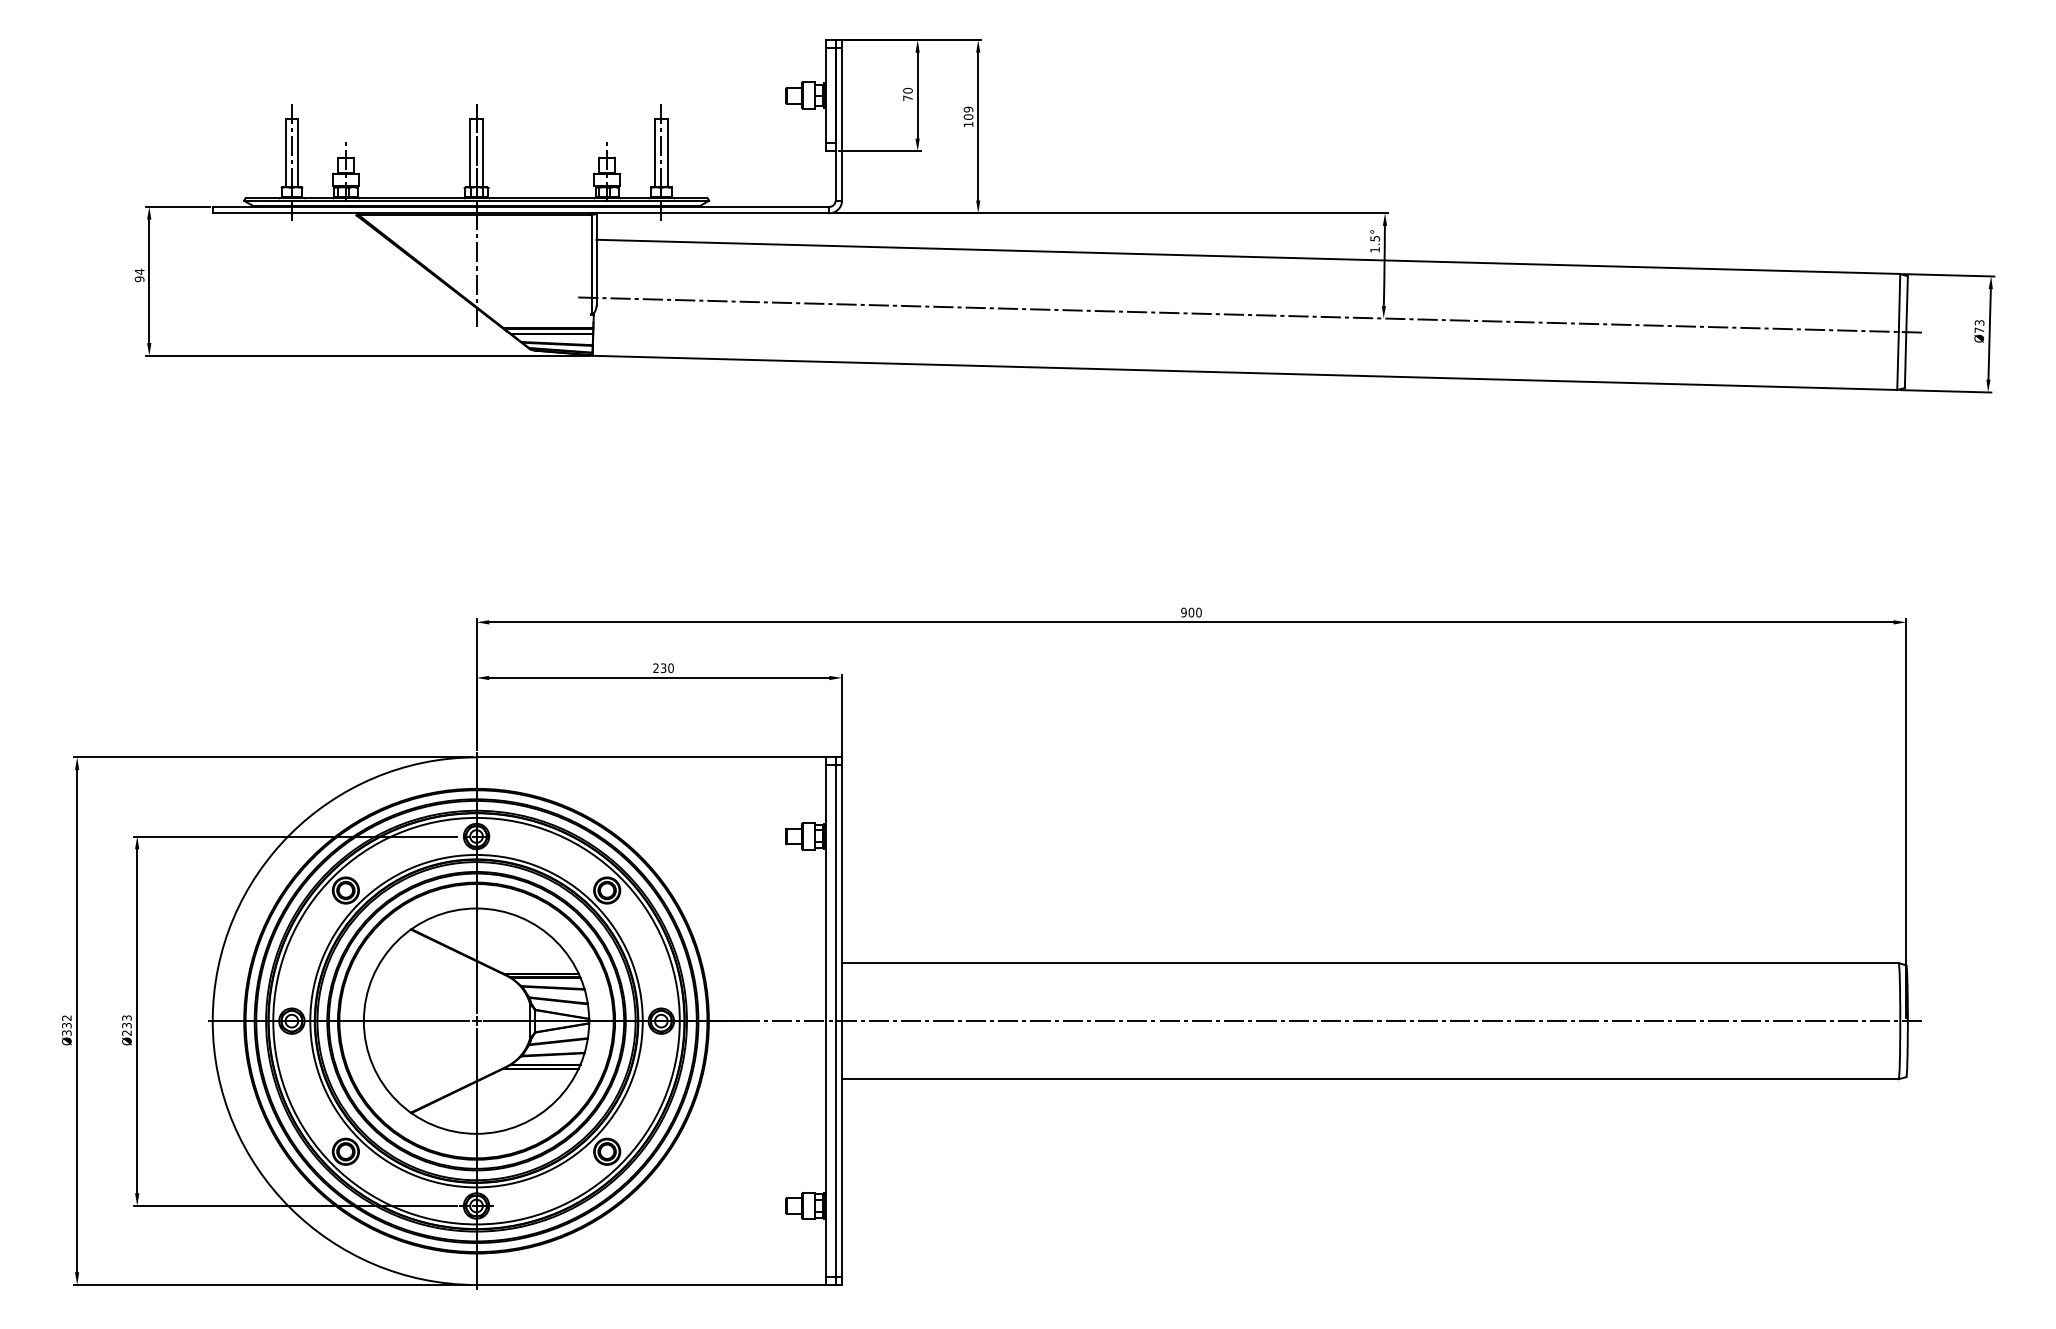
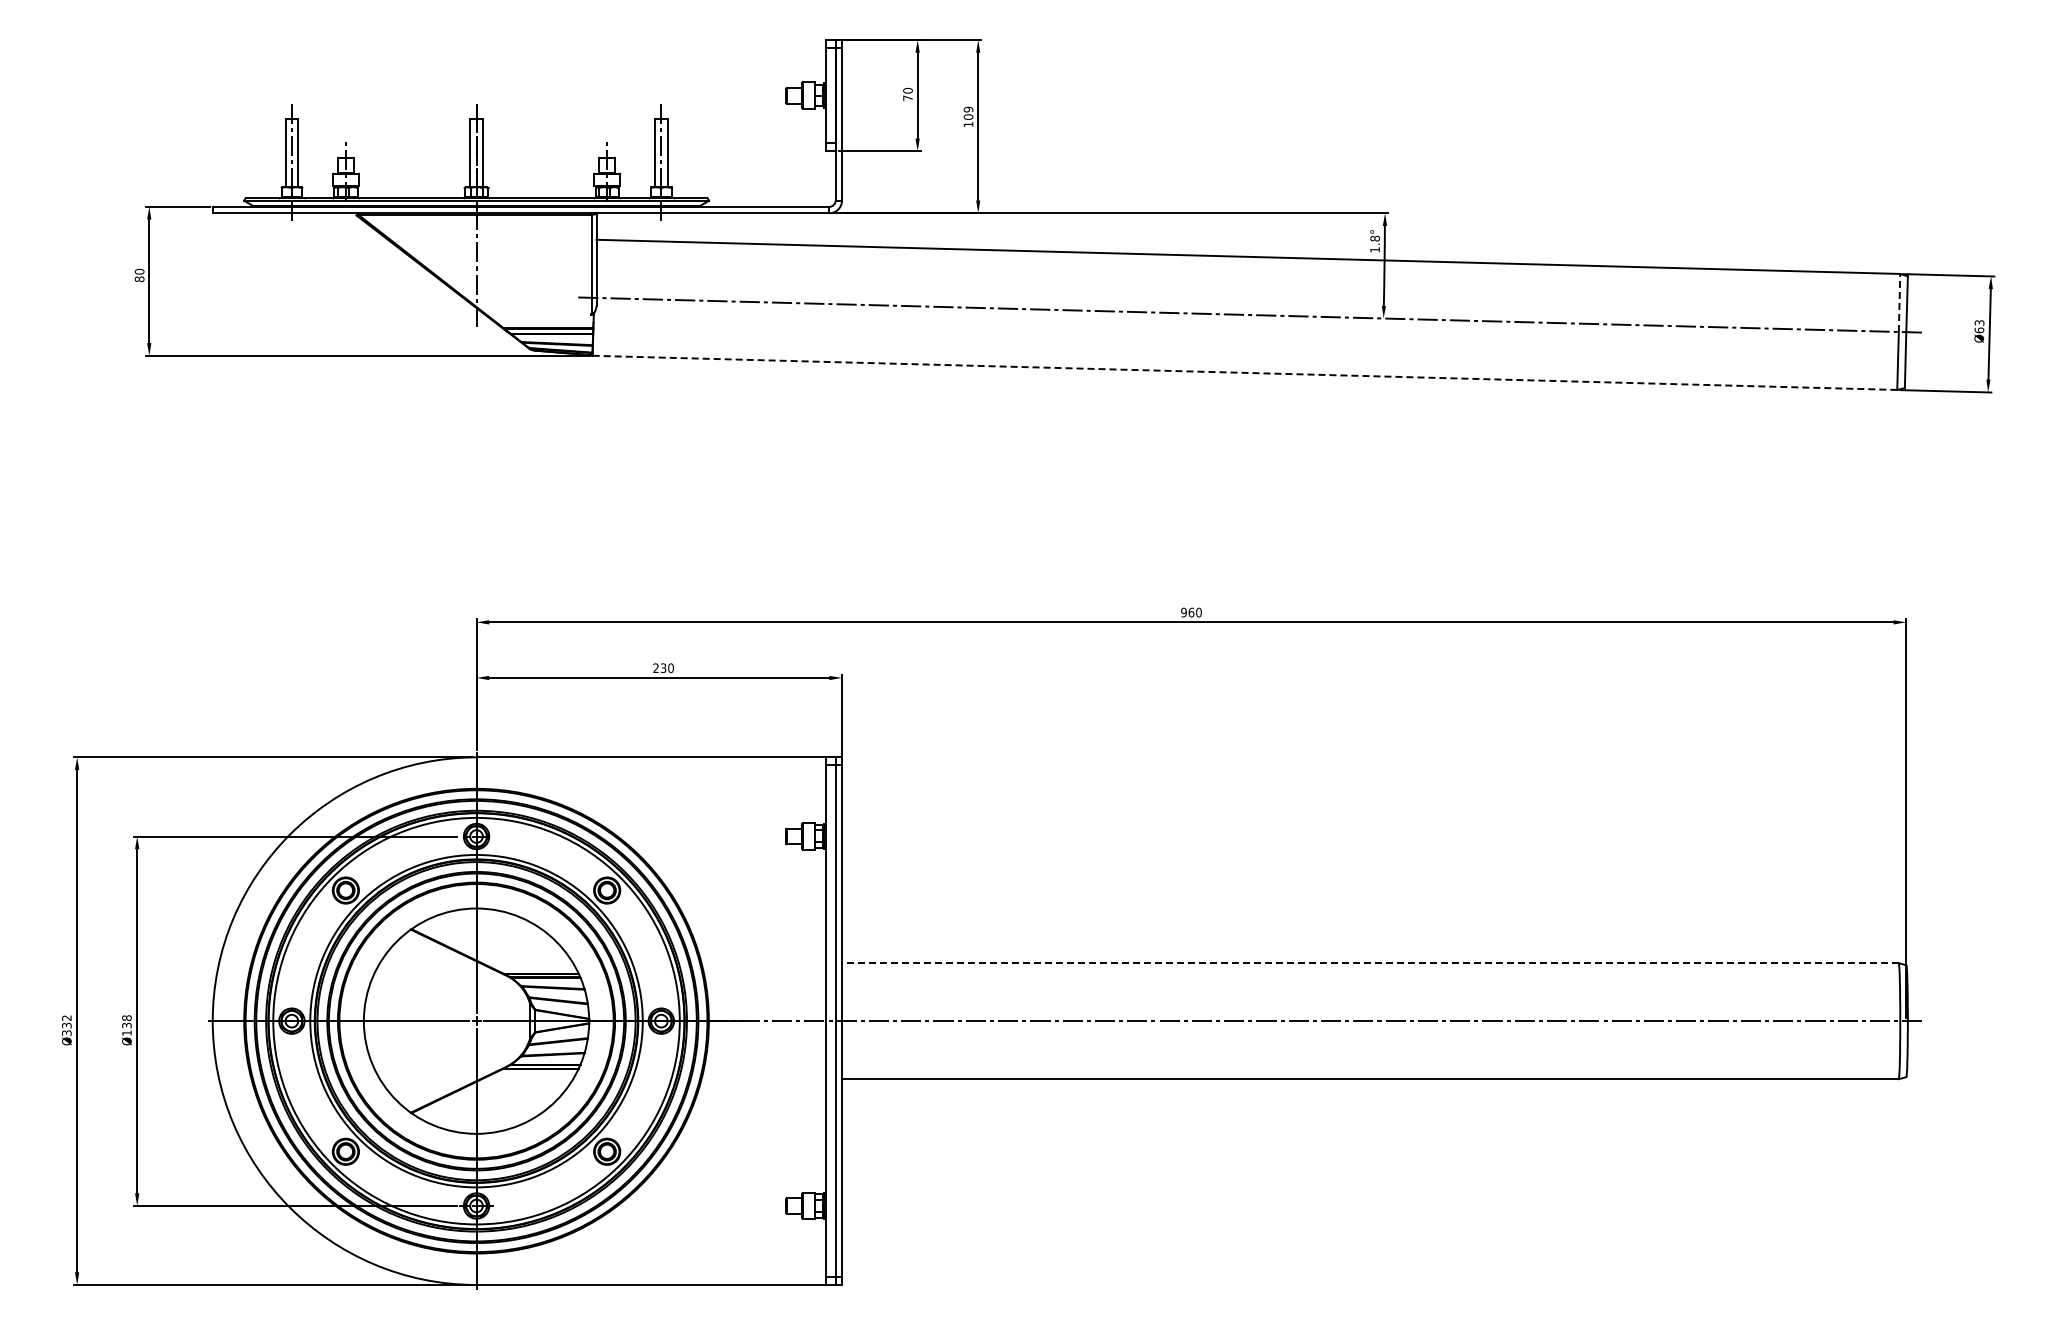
text at (1374, 238): 1.5° -> 1.8°
text at (139, 275): 94 -> 80
line at (1899, 302): solid -> dashed
text at (1979, 330): Ø73 -> Ø63
line at (1245, 372): solid -> dashed
text at (1191, 612): 900 -> 960
line at (1369, 963): solid -> dashed
text at (126, 1025): Ø233 -> Ø138
